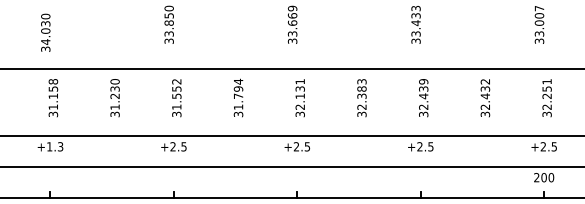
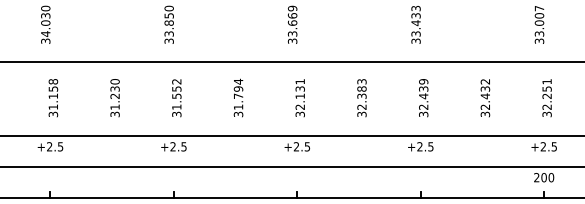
text at (45, 32) position: (45, 32) -> (45, 24)
line at (291, 68) position: (291, 68) -> (291, 61)
text at (55, 146): +1.3 -> +2.5
